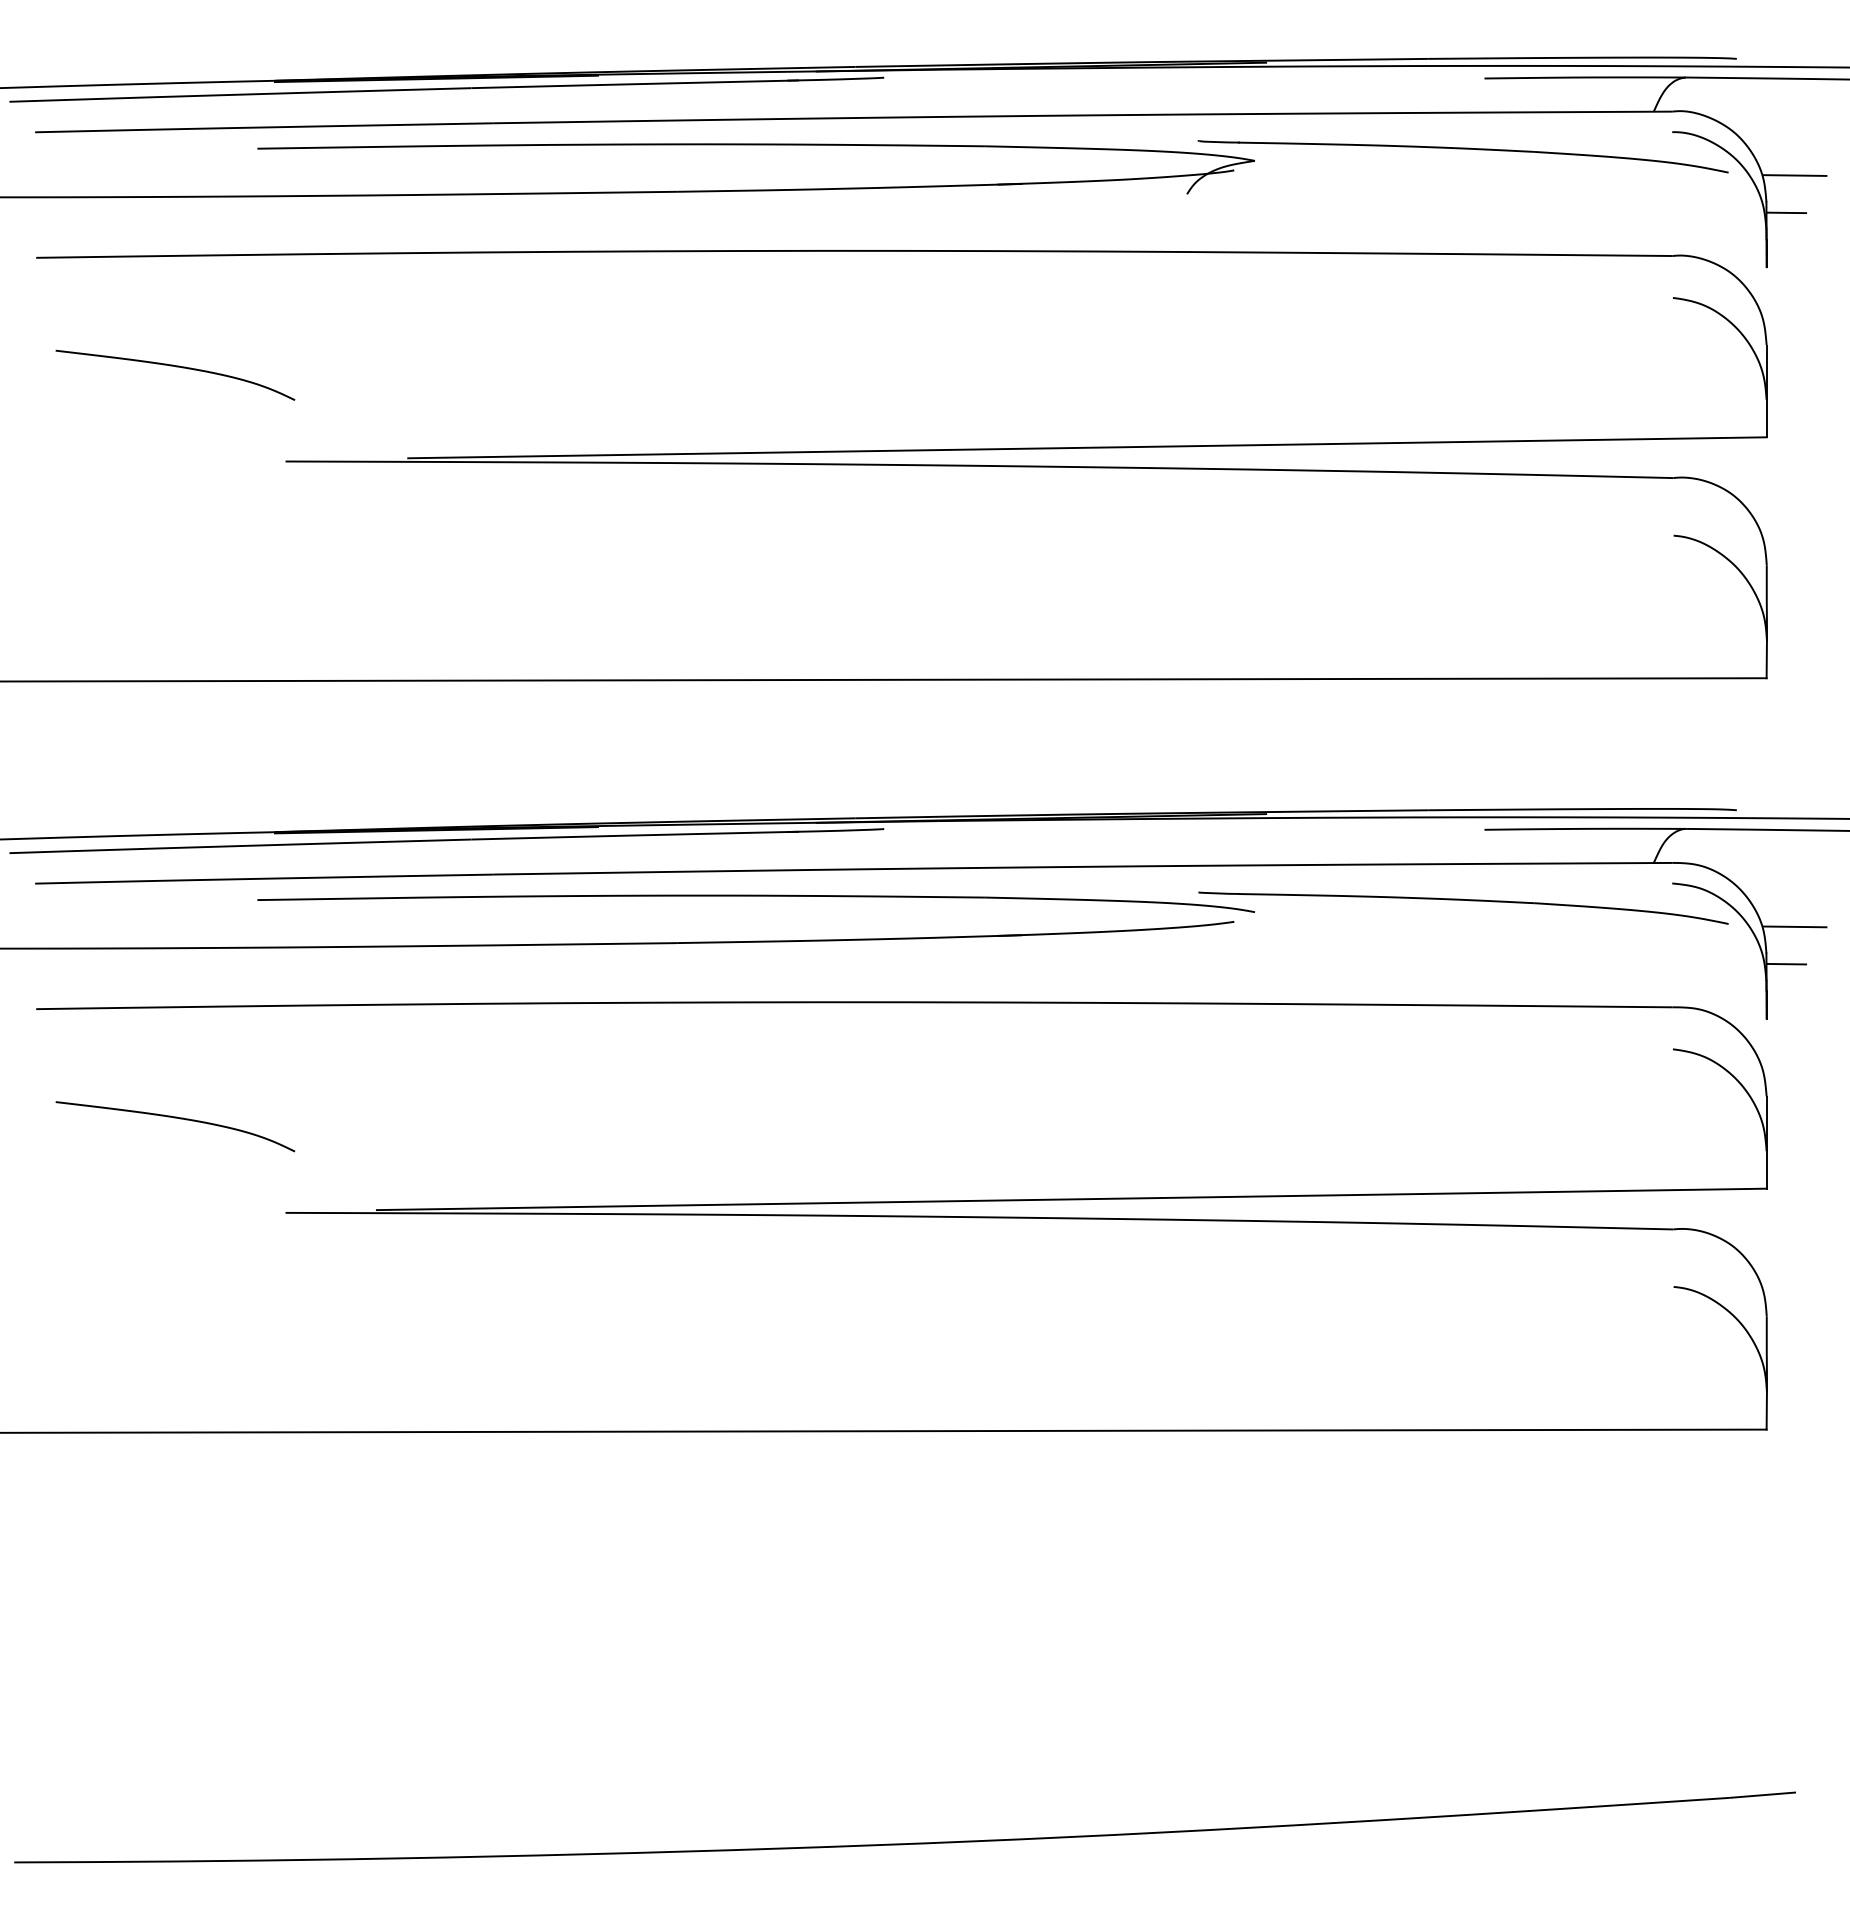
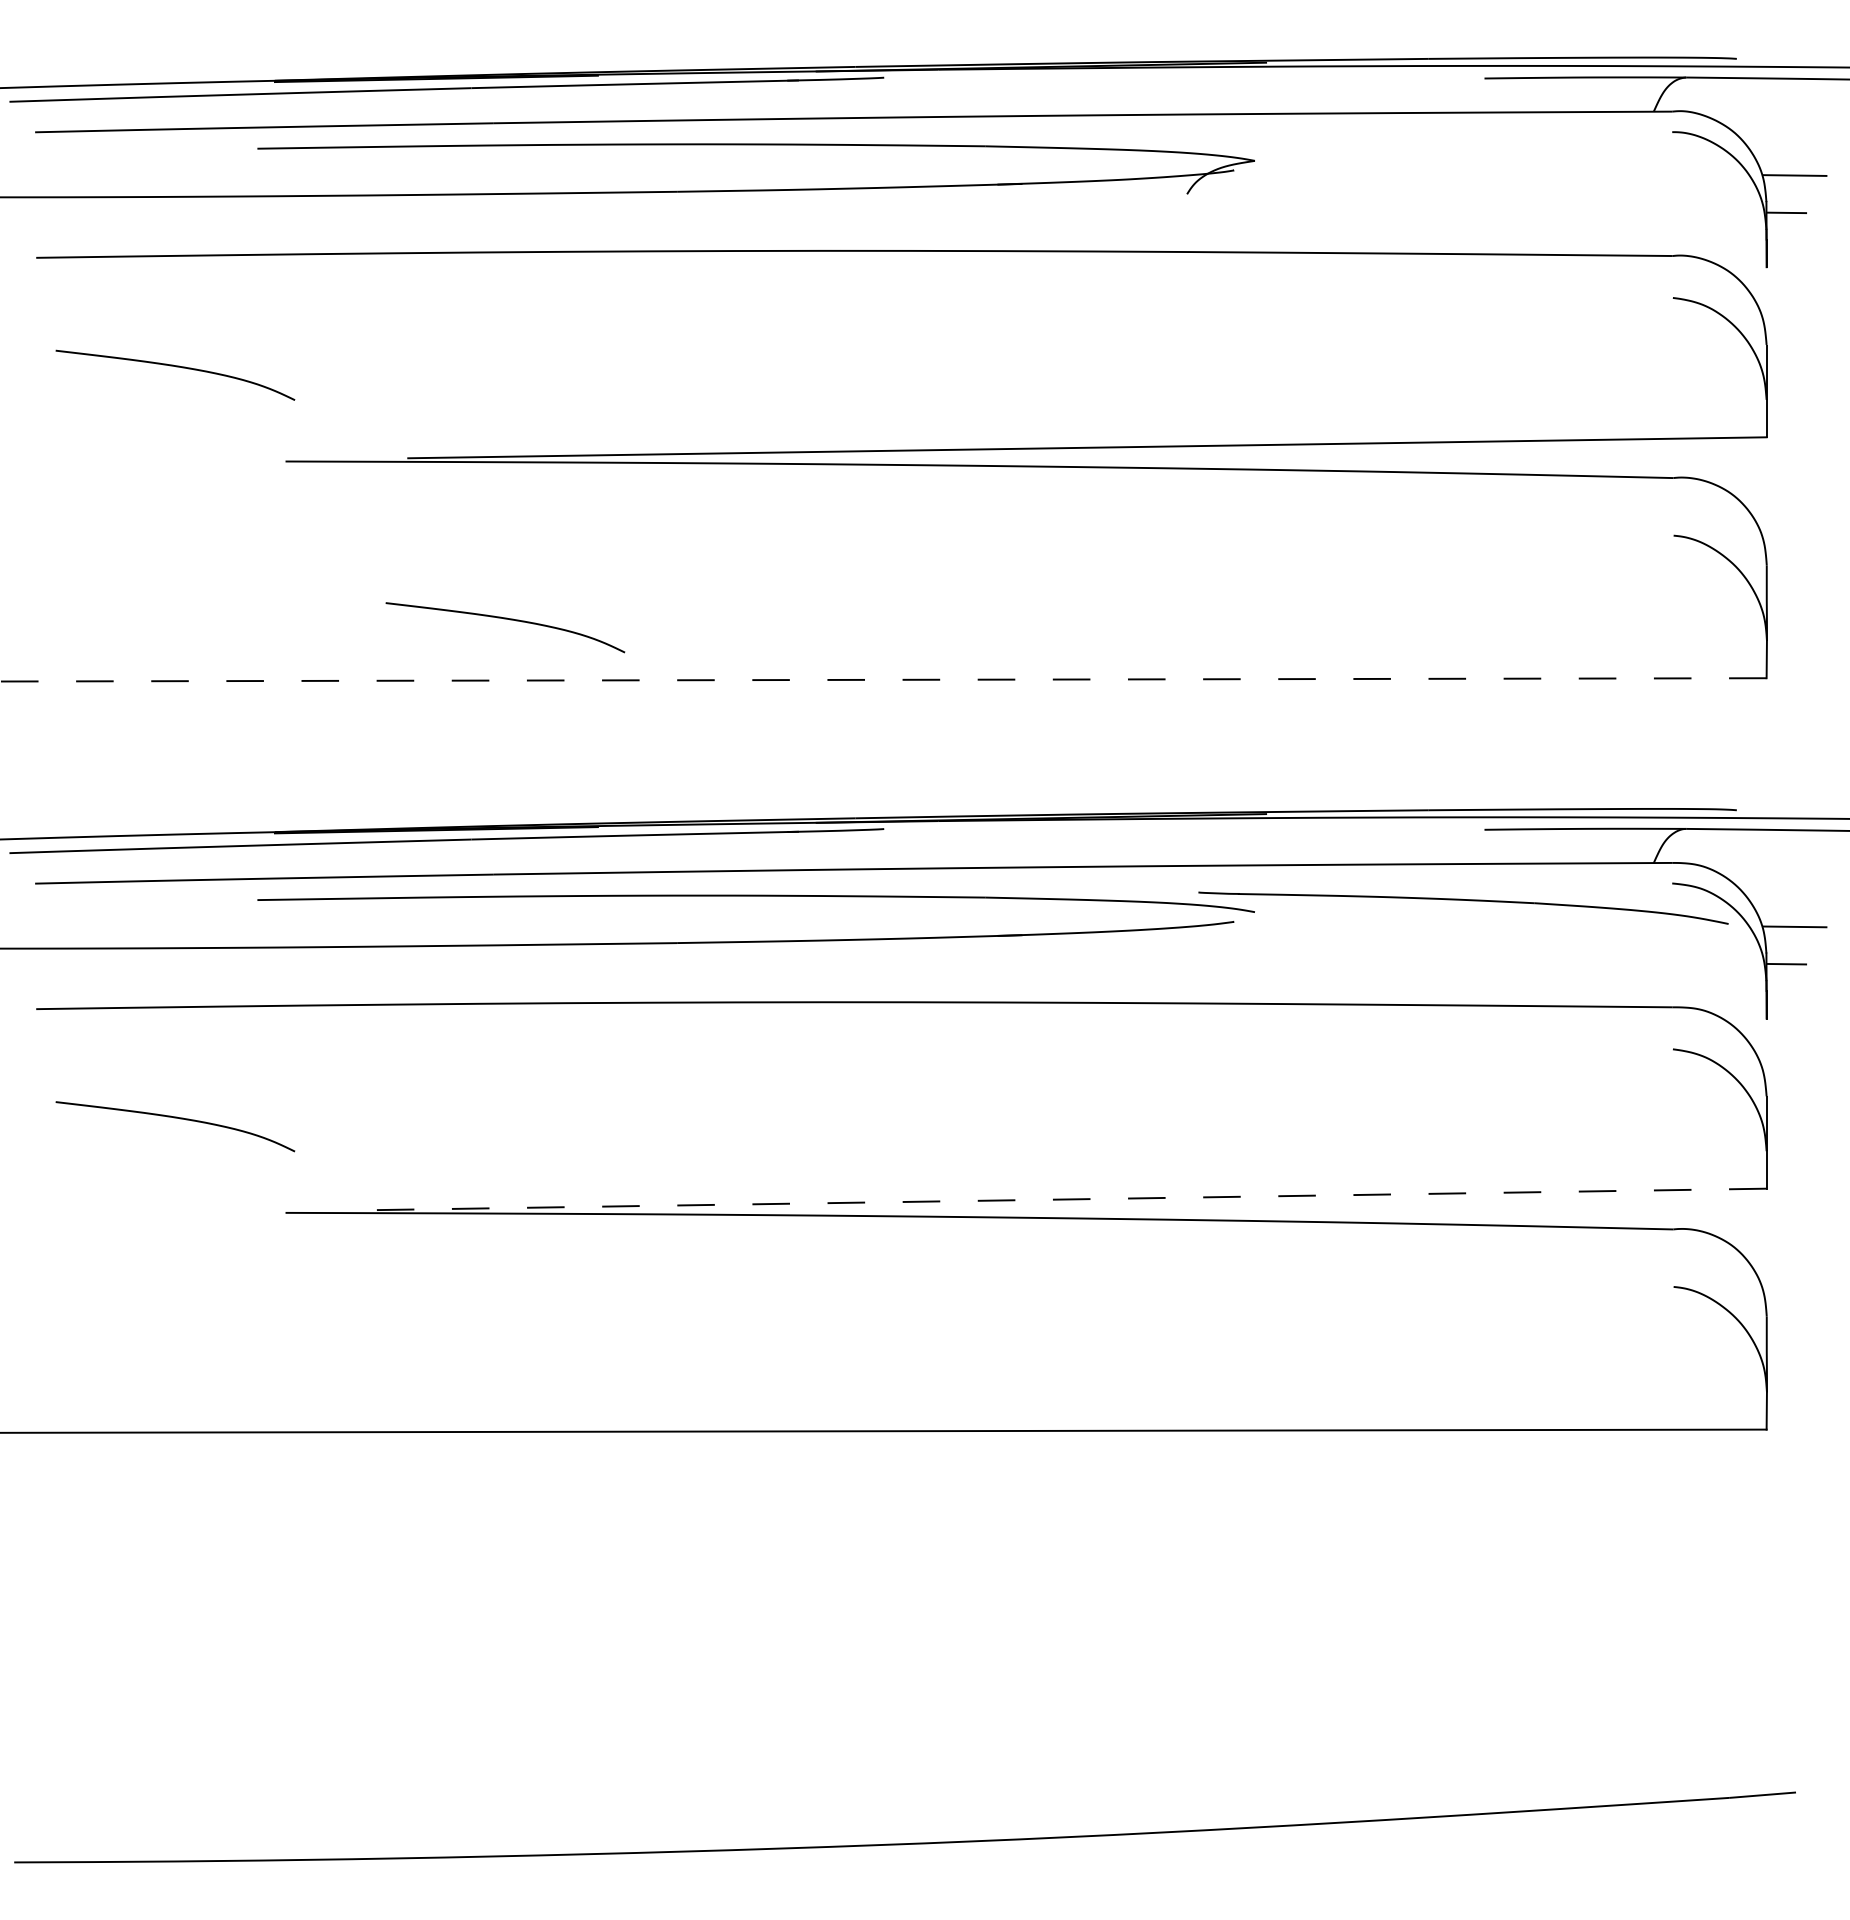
part at (1462, 149): present -> none
curve at (505, 619): none -> present
line at (883, 679): solid -> dashed
line at (1071, 1199): solid -> dashed
